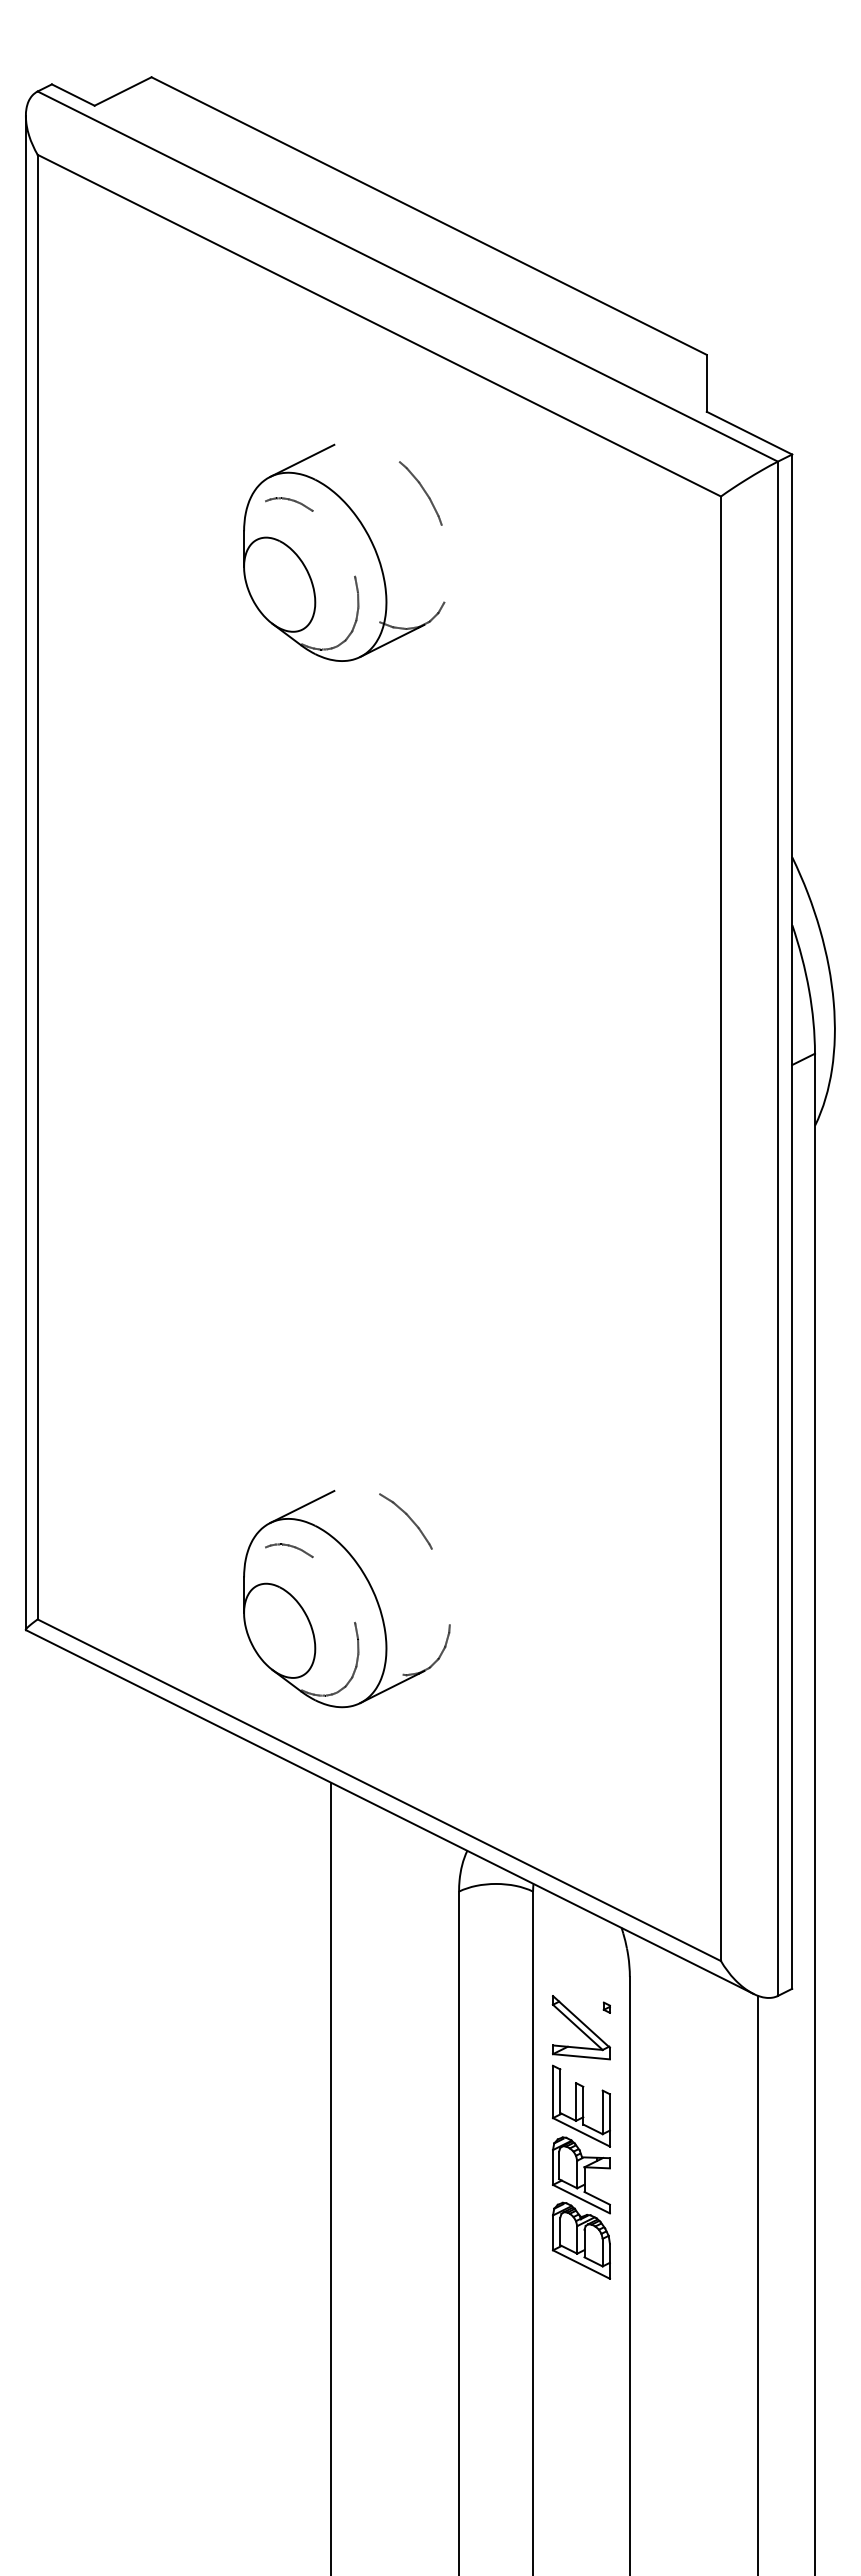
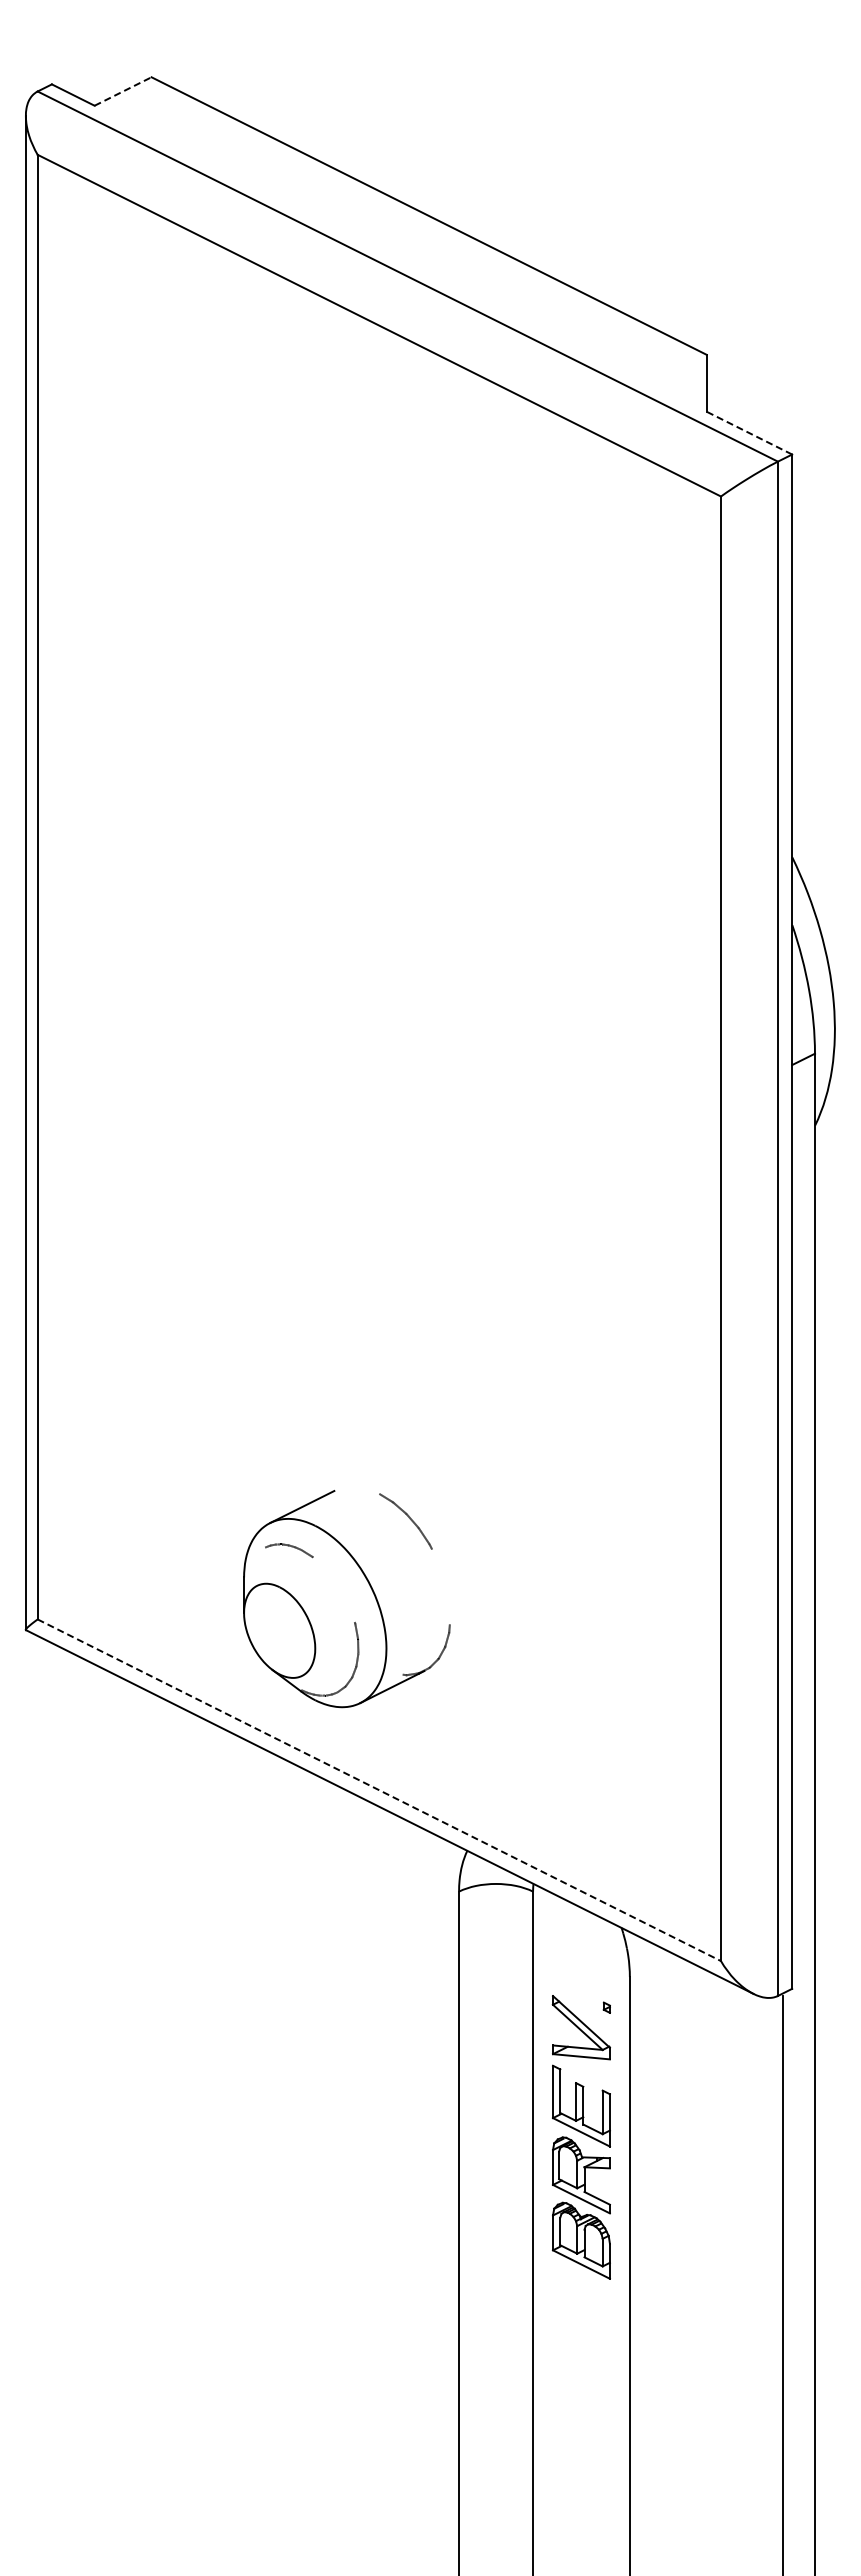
line at (123, 91): solid -> dashed
line at (749, 433): solid -> dashed
part at (344, 552): present -> none
line at (379, 1790): solid -> dashed
line at (330, 2177): present -> none
line at (758, 2283) position: (758, 2283) -> (783, 2283)
